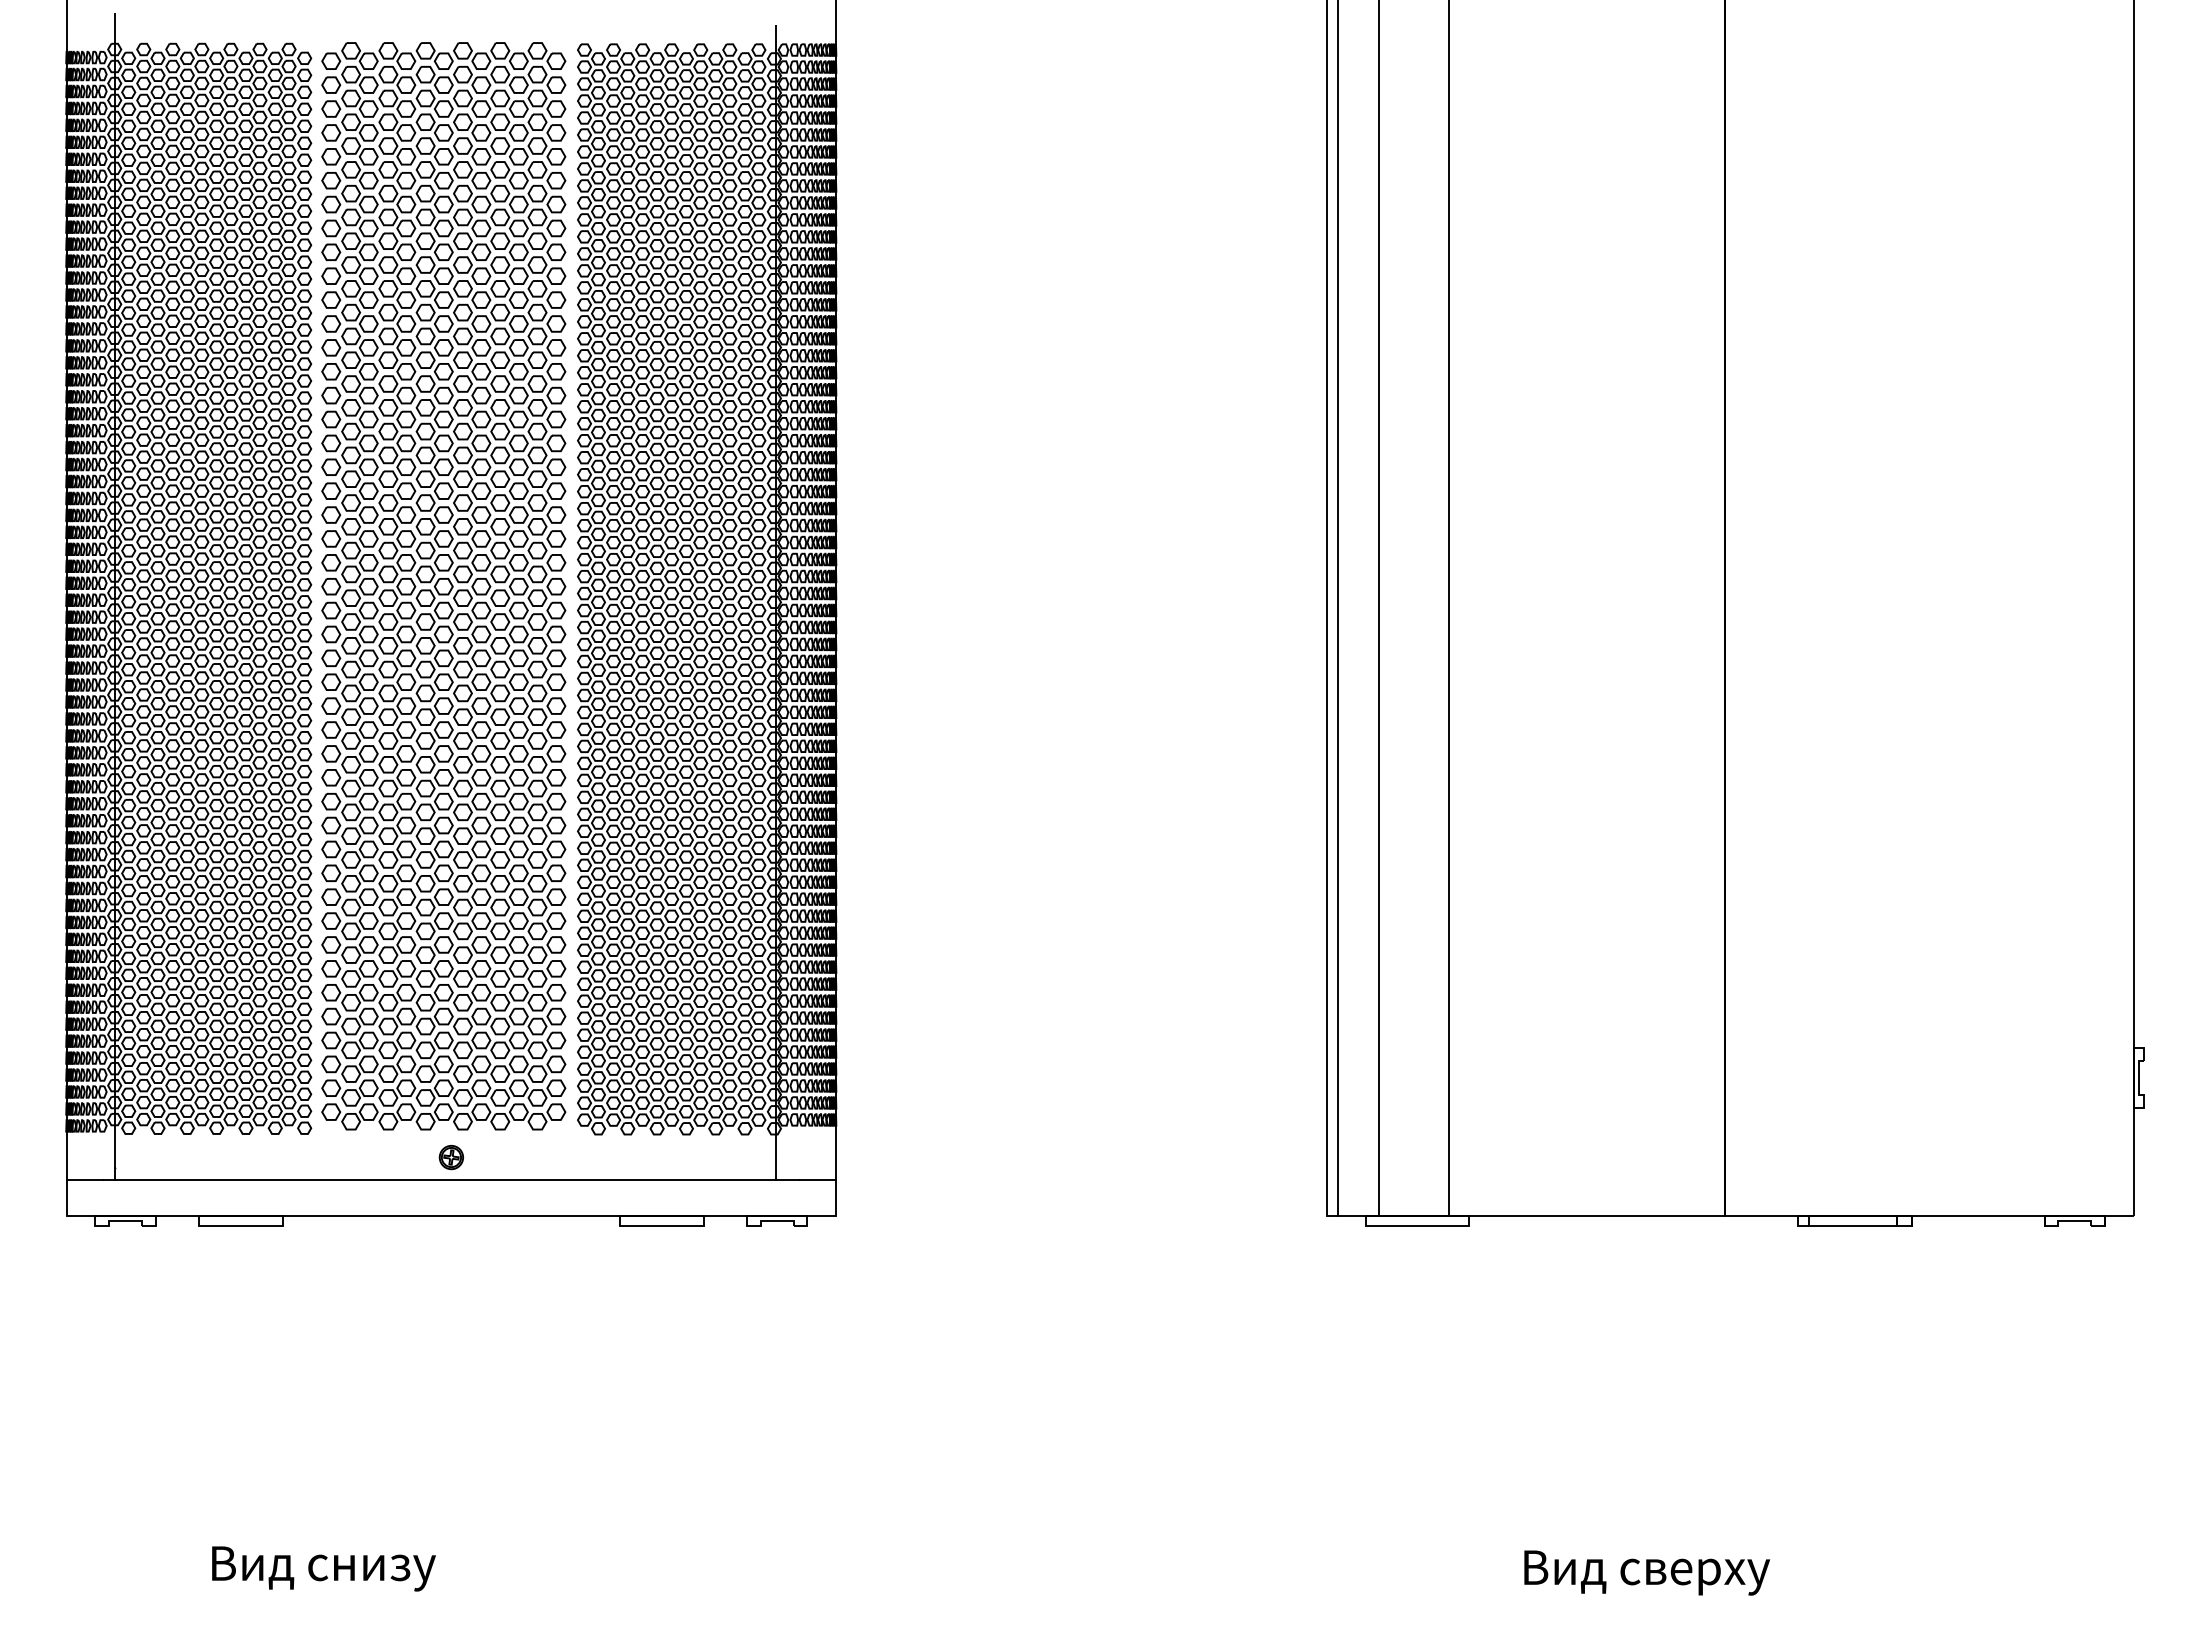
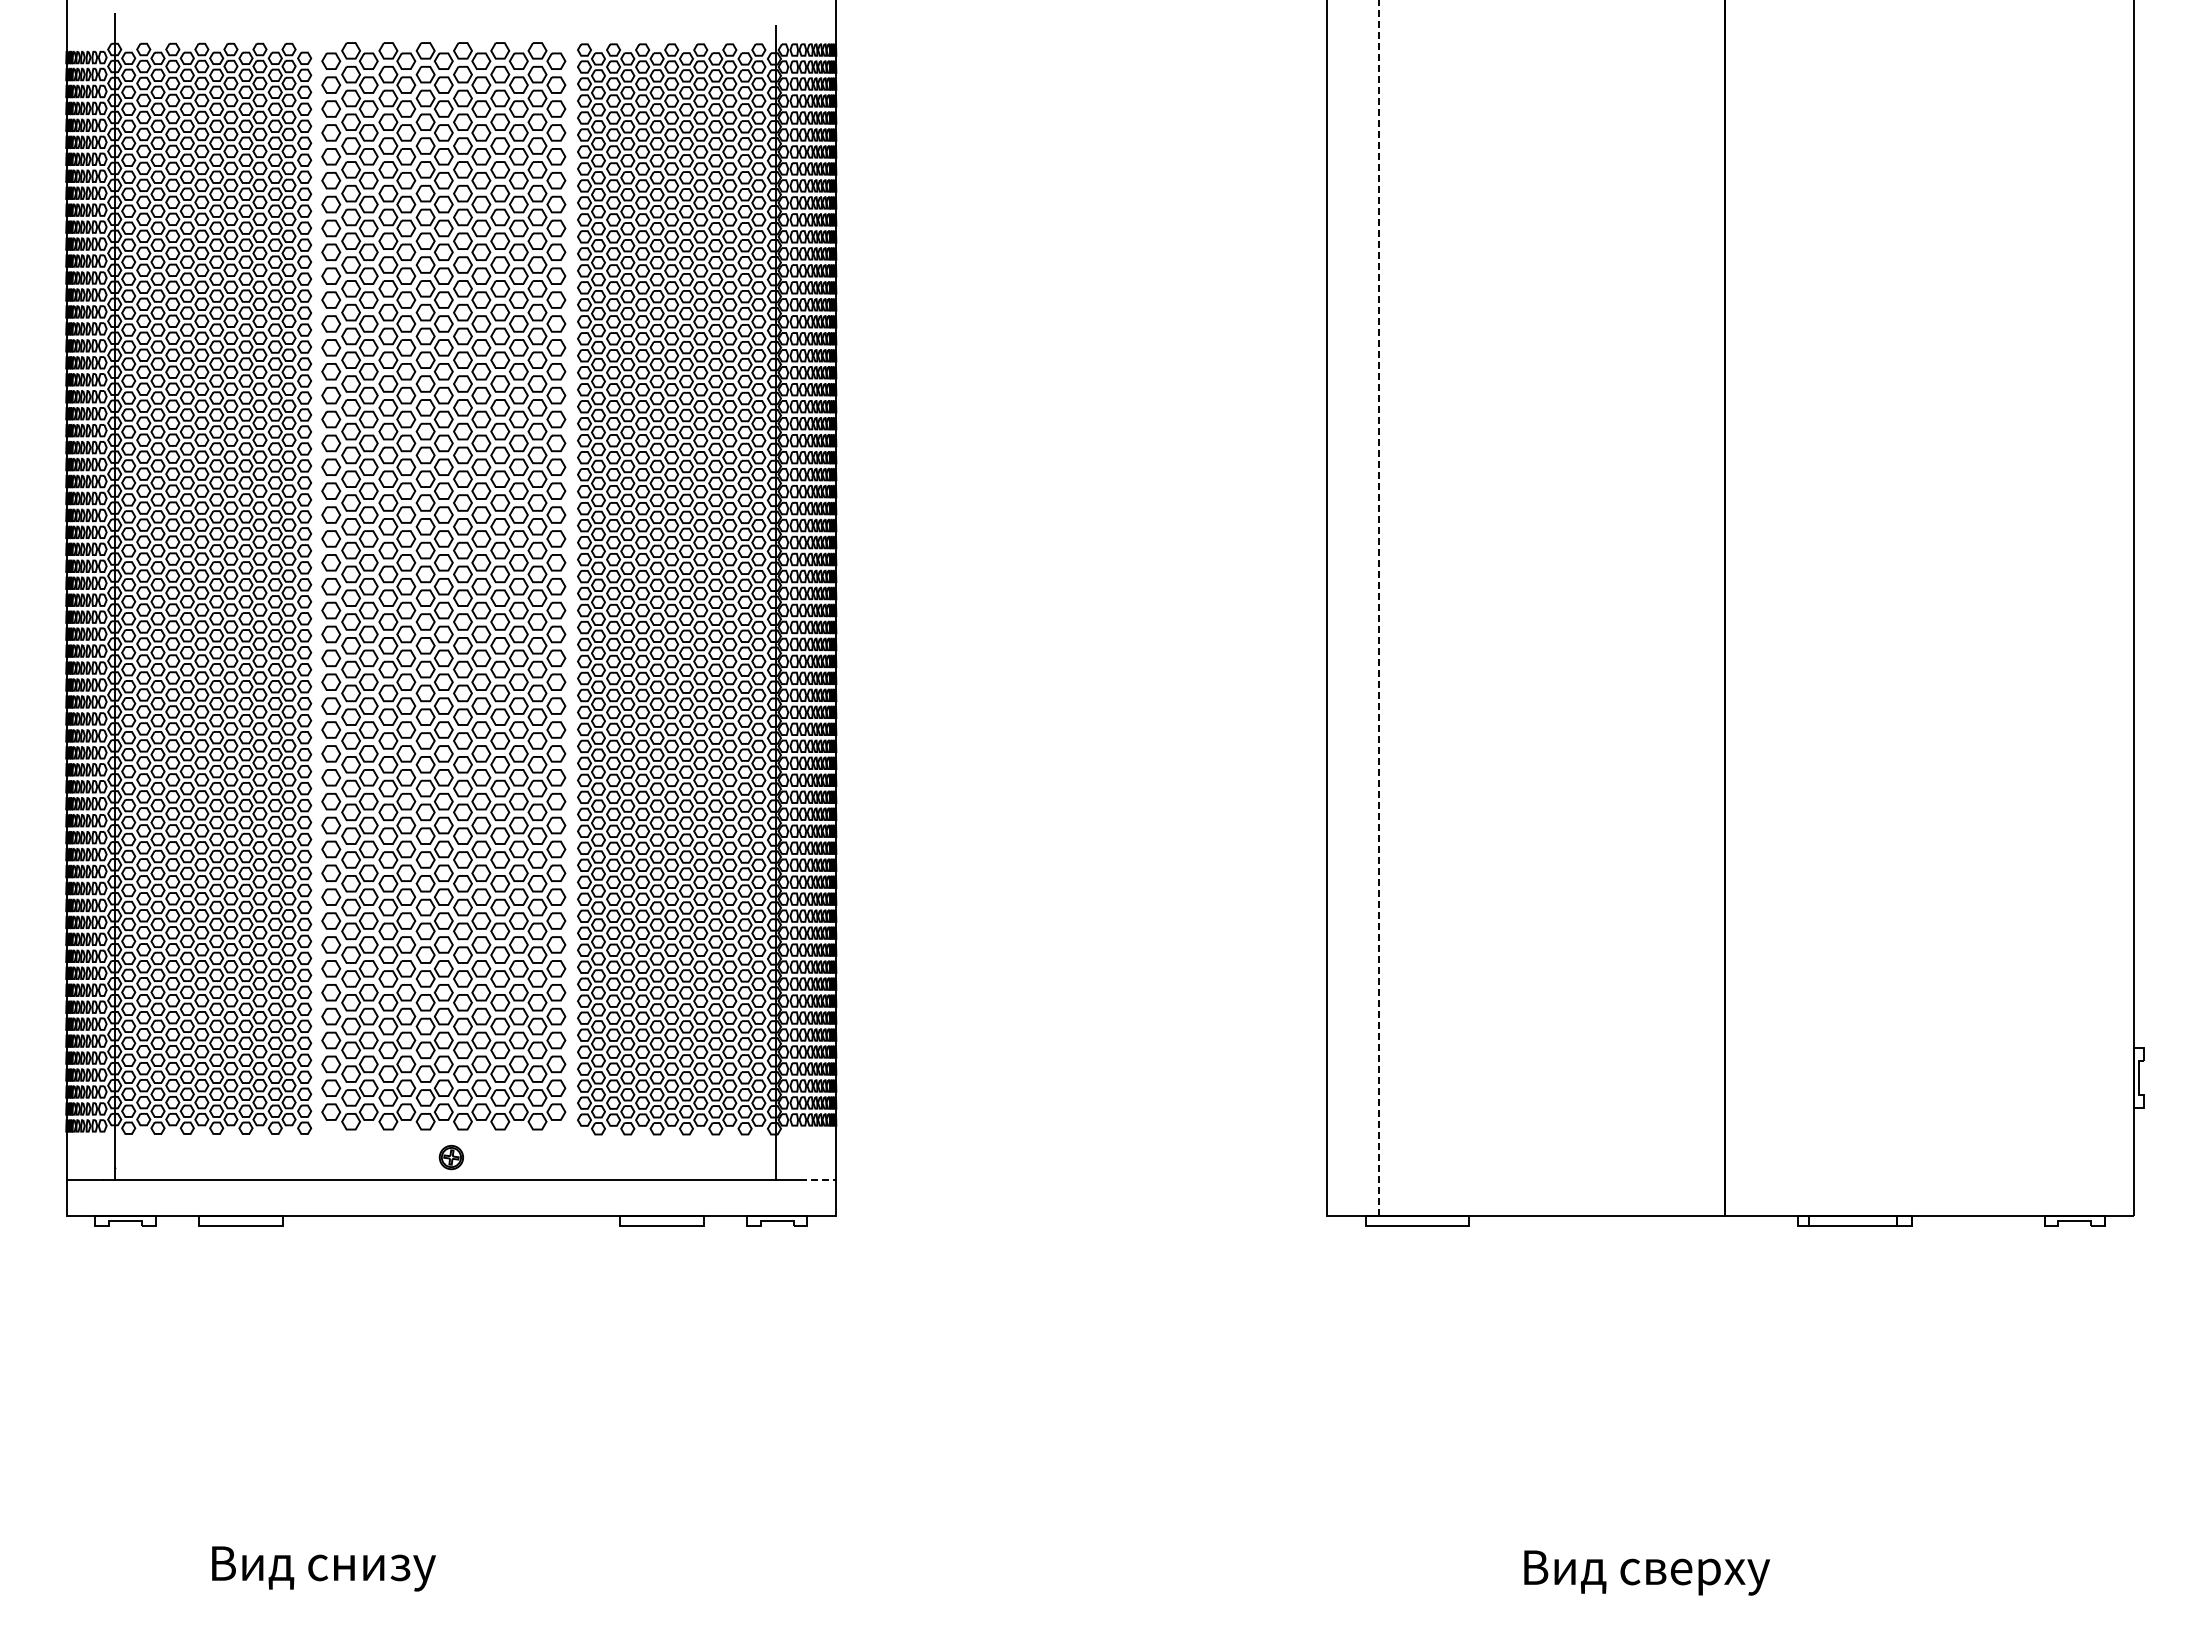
line at (1379, 608): solid -> dashed
line at (1337, 609): present -> none
line at (1449, 609): present -> none
line at (818, 1180): solid -> dashed
